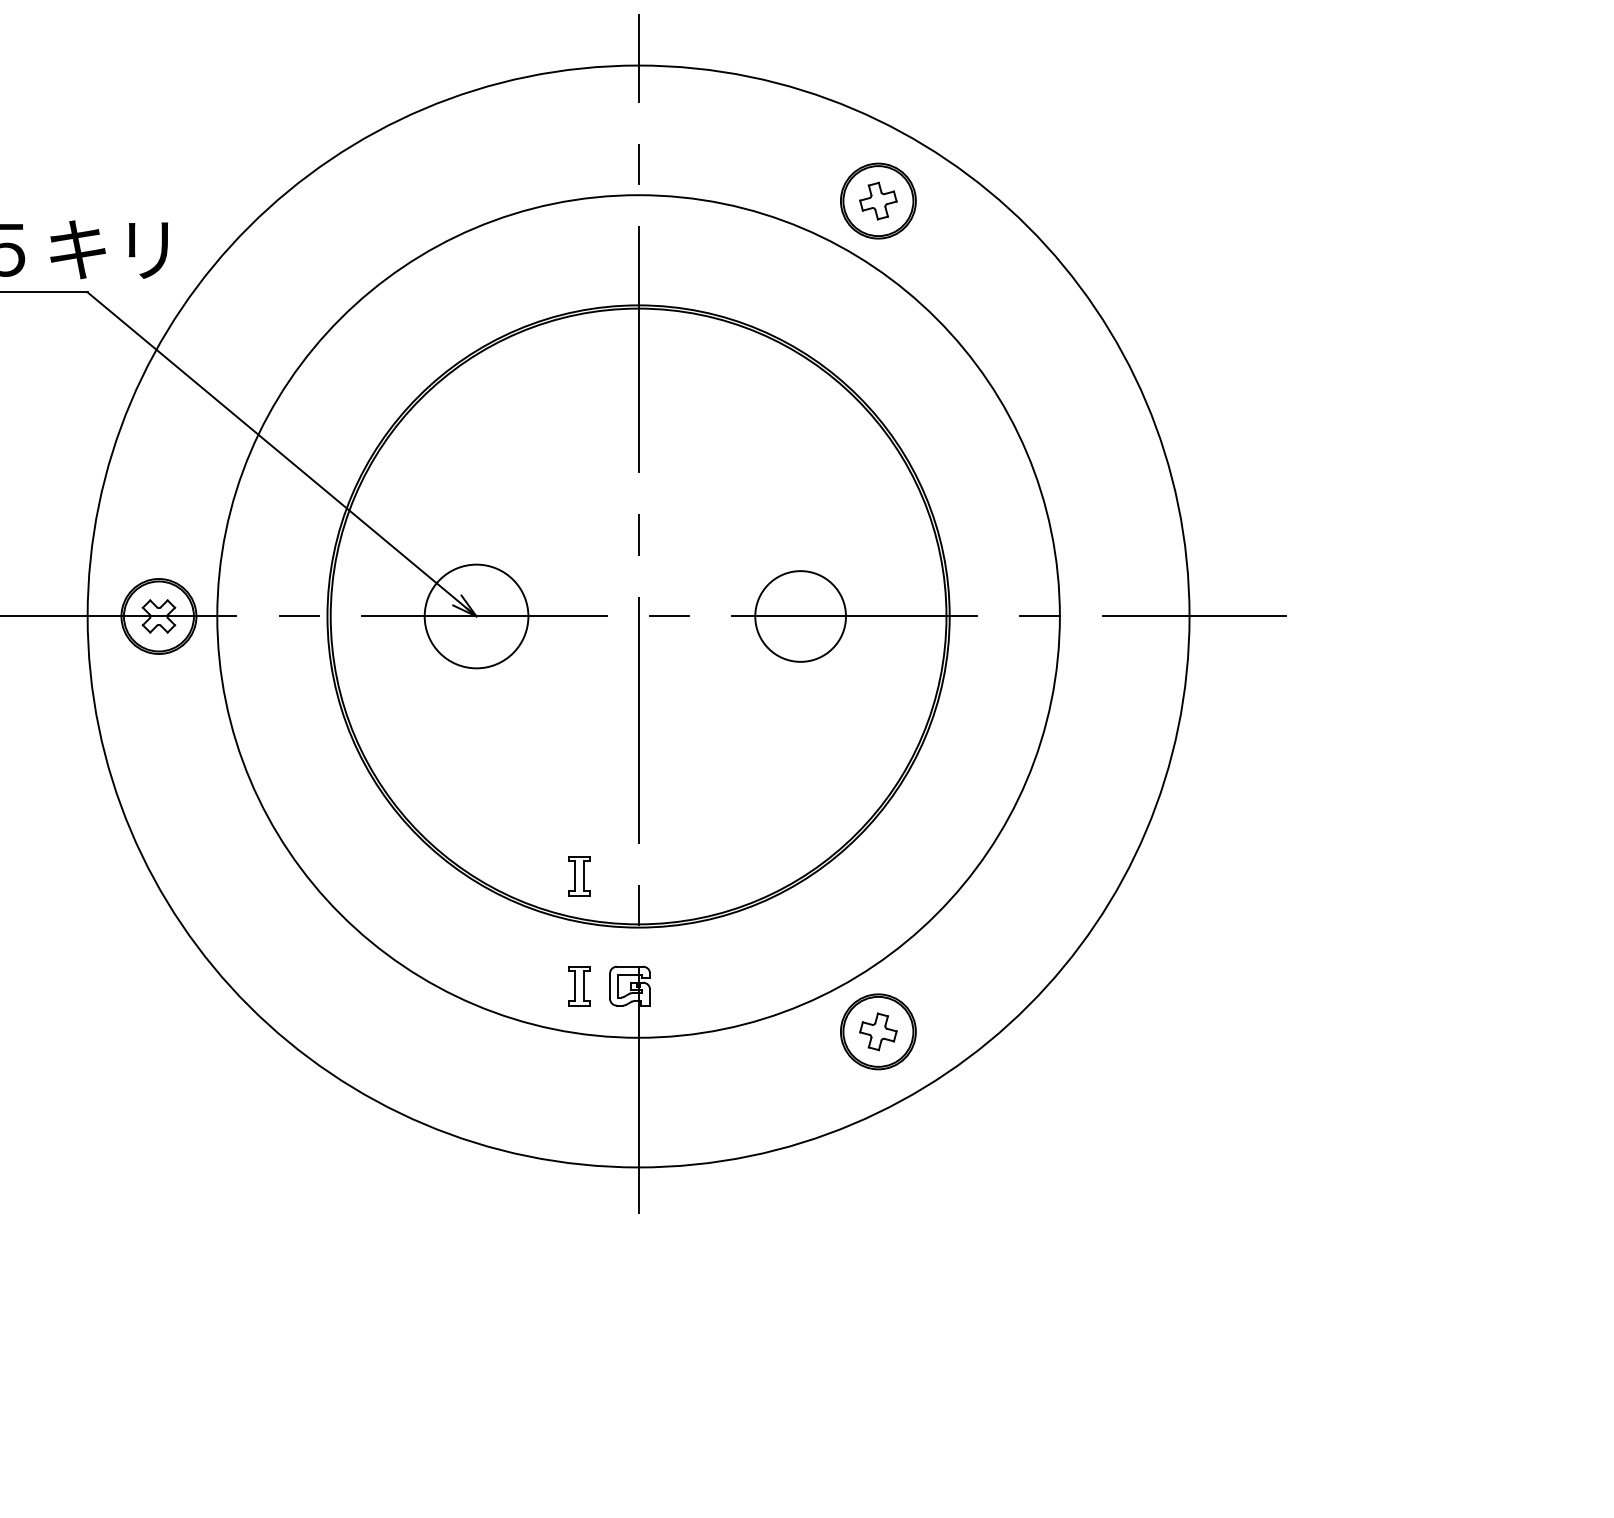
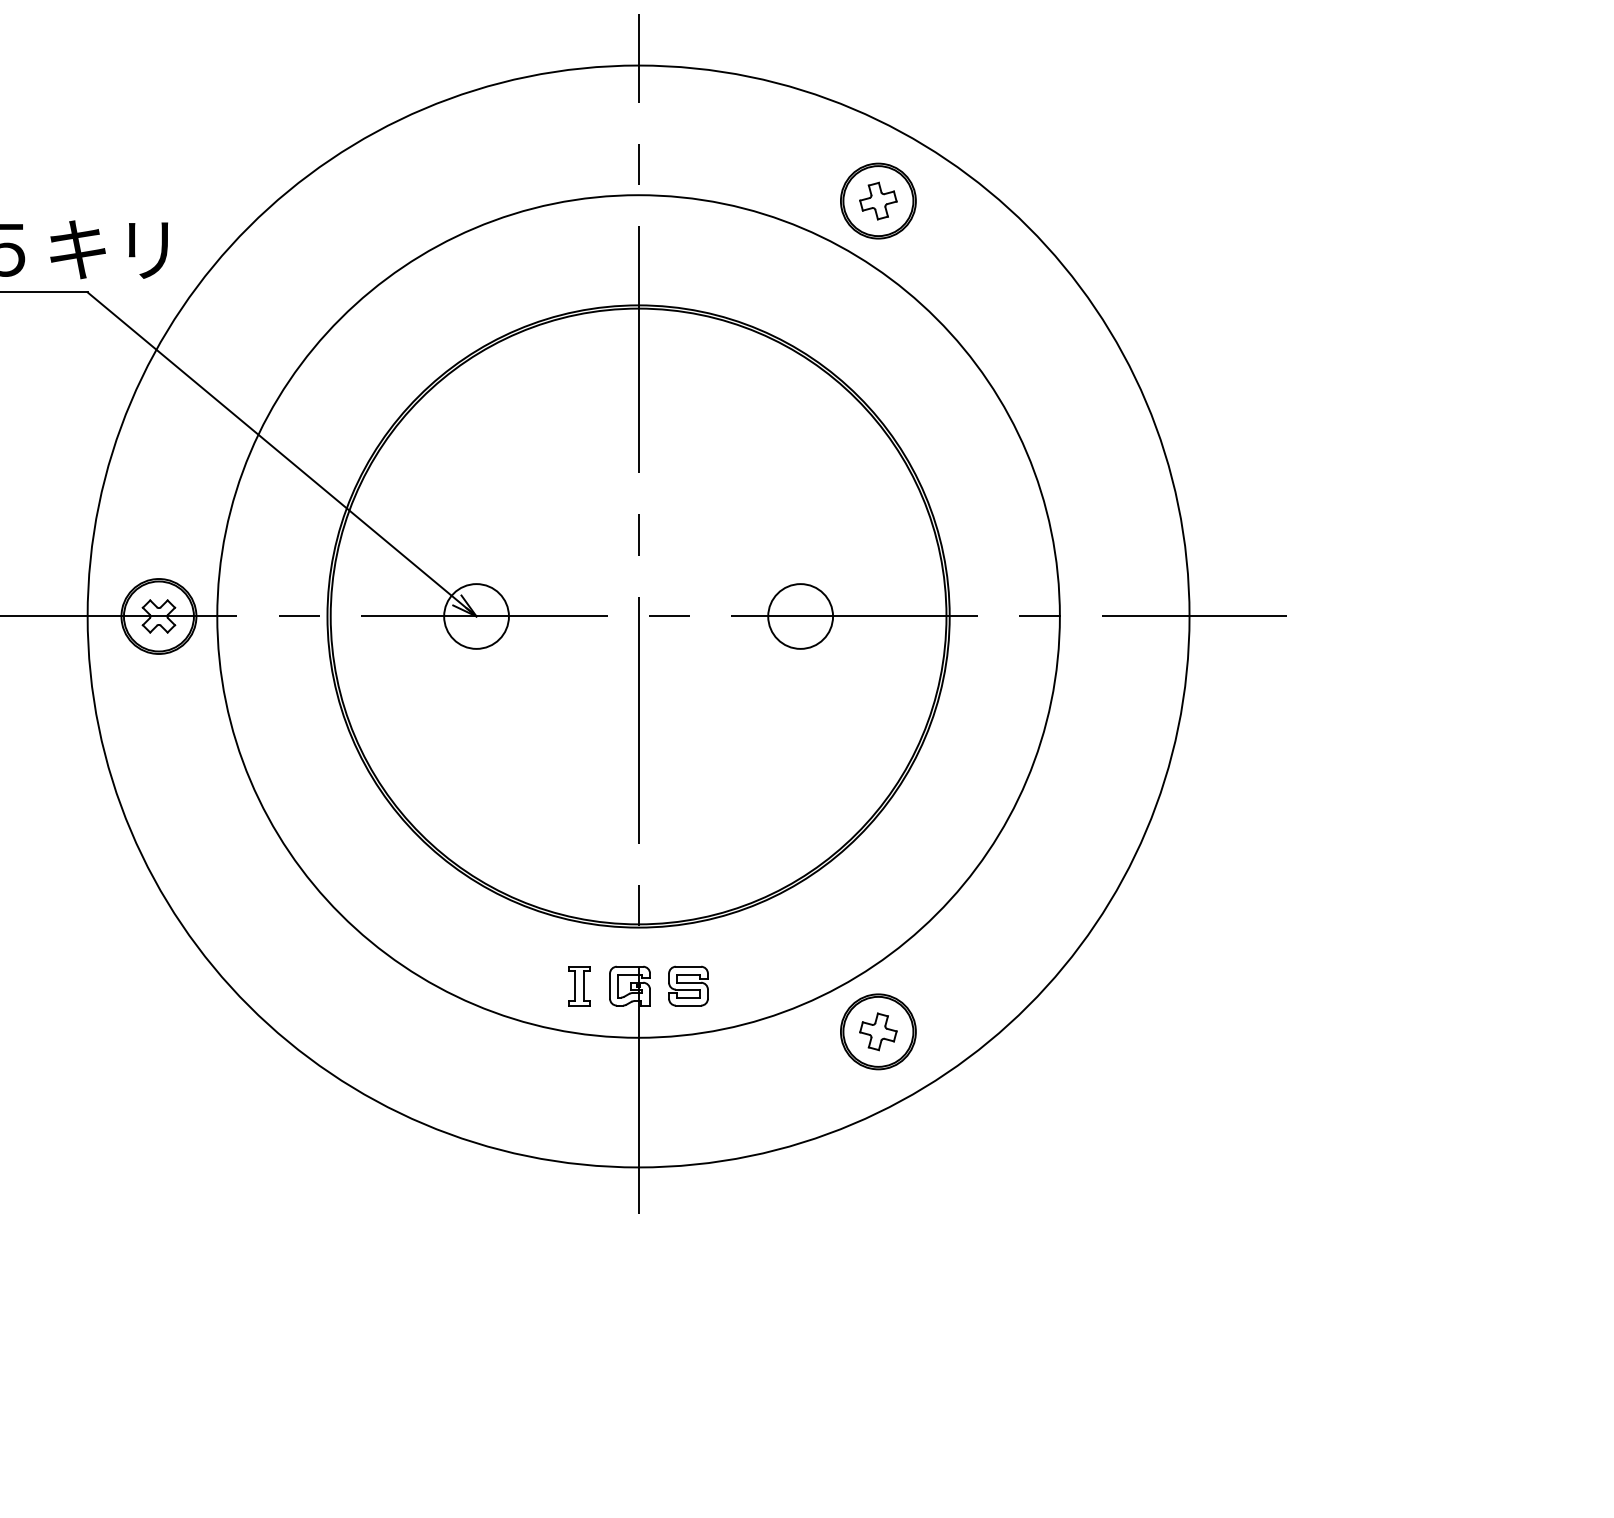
circle at (476, 616) diameter: 104 px -> 65 px
circle at (800, 616) diameter: 91 px -> 65 px
part at (579, 876): present -> none
part at (688, 985): none -> present
